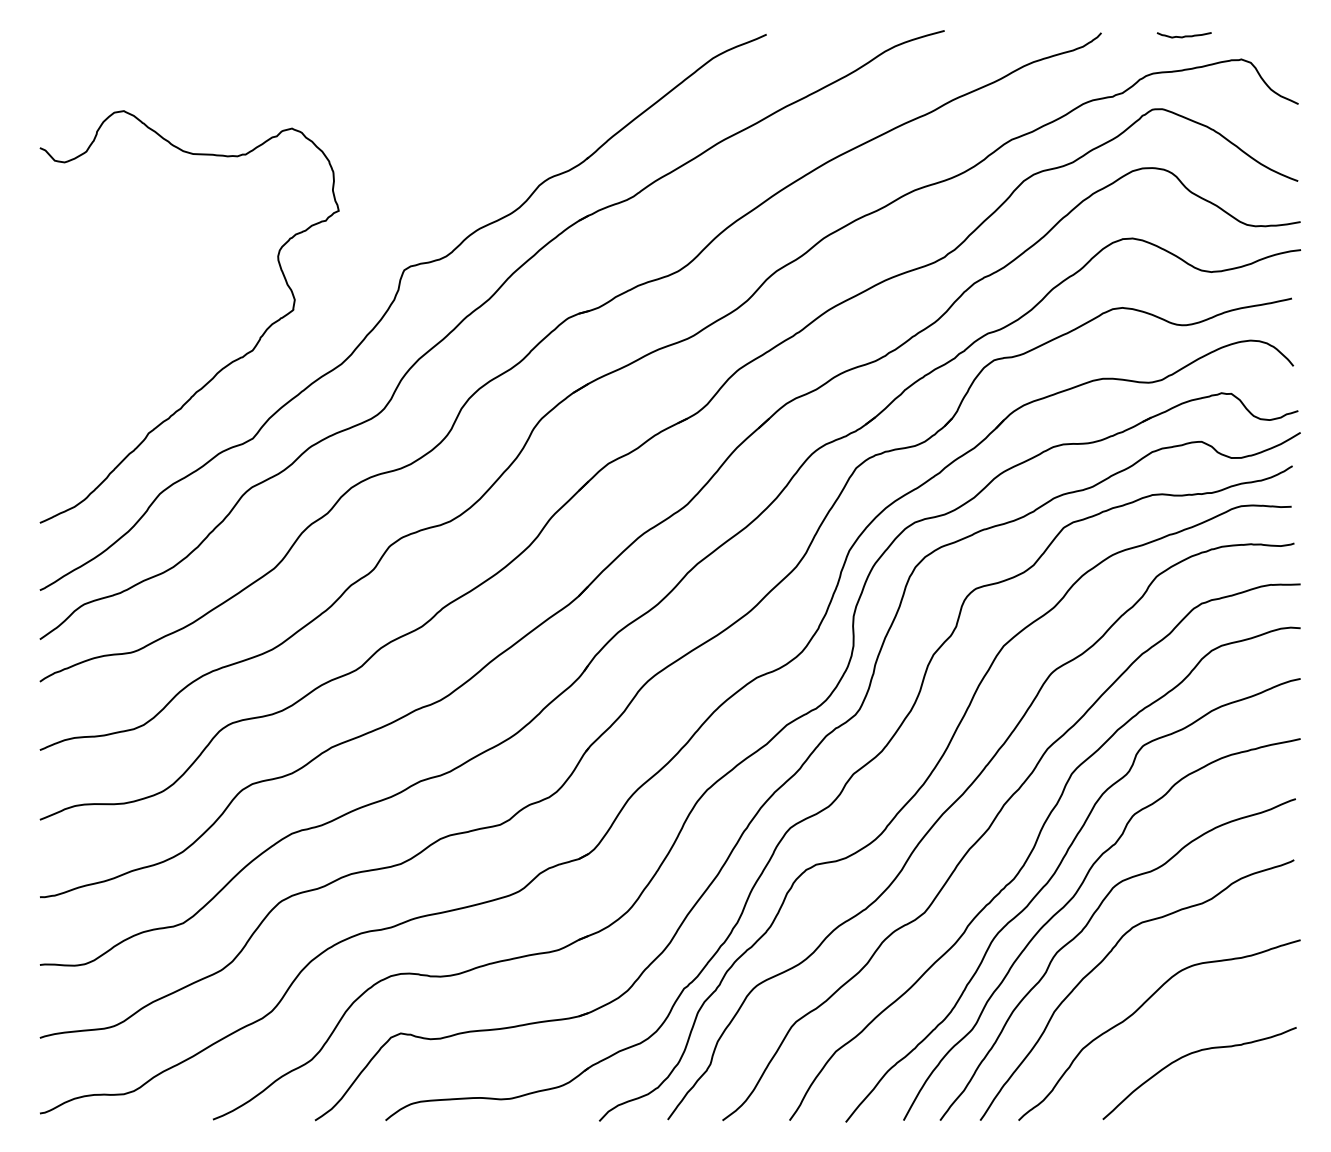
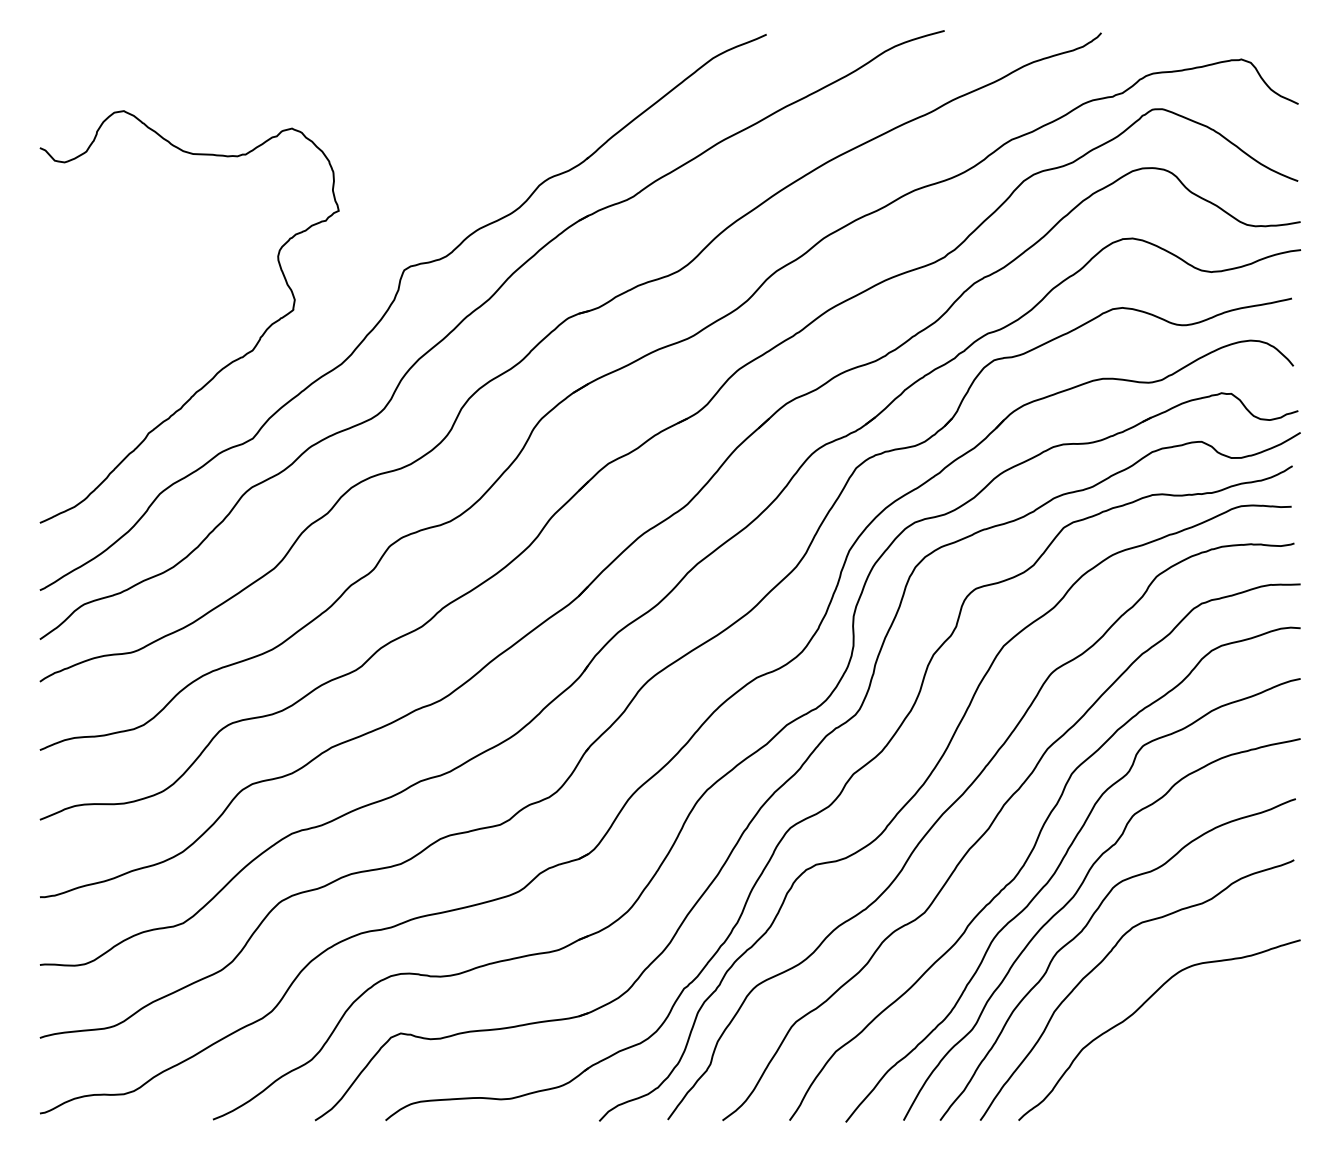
curve at (1184, 35): present -> none
curve at (1189, 1055): present -> none
